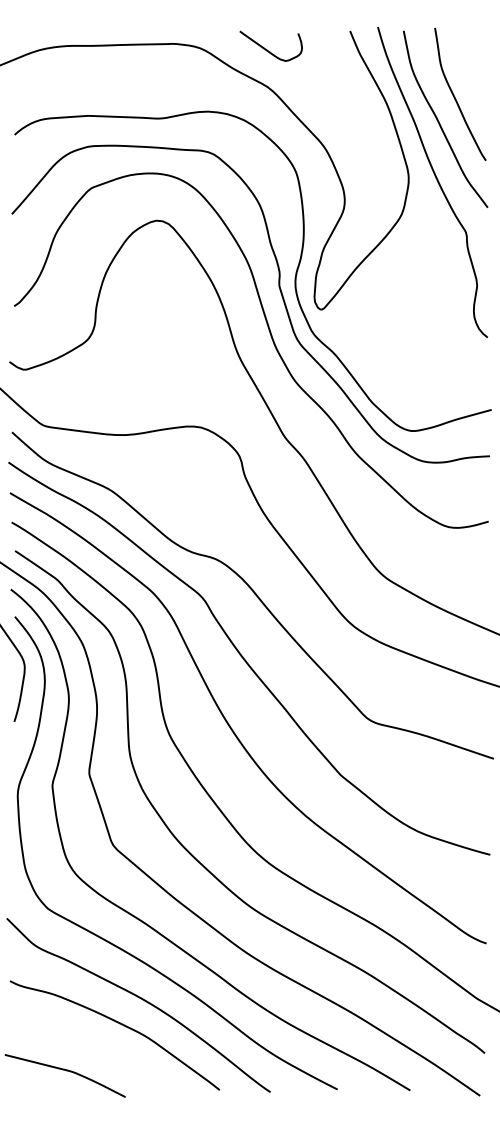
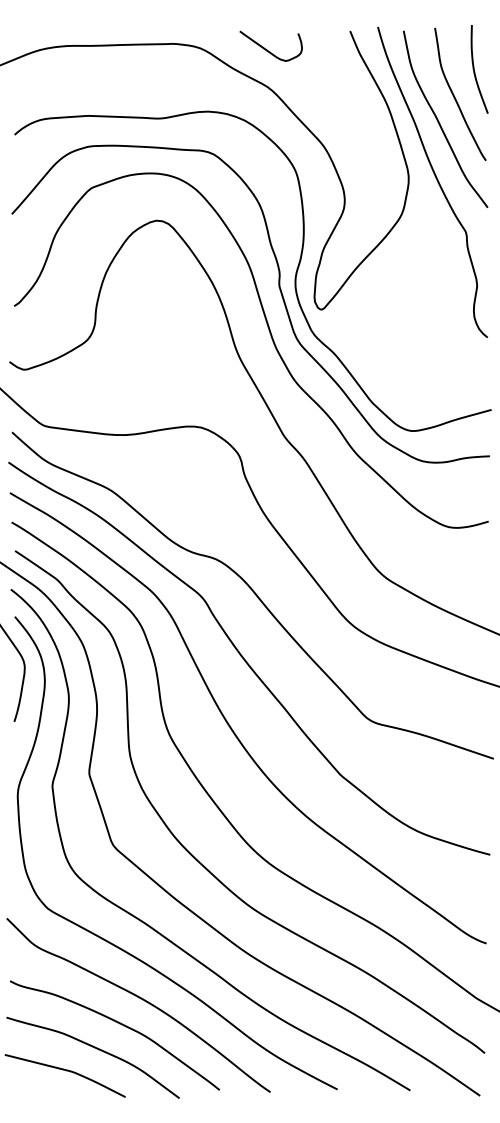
curve at (475, 71): none -> present
curve at (96, 1049): none -> present
